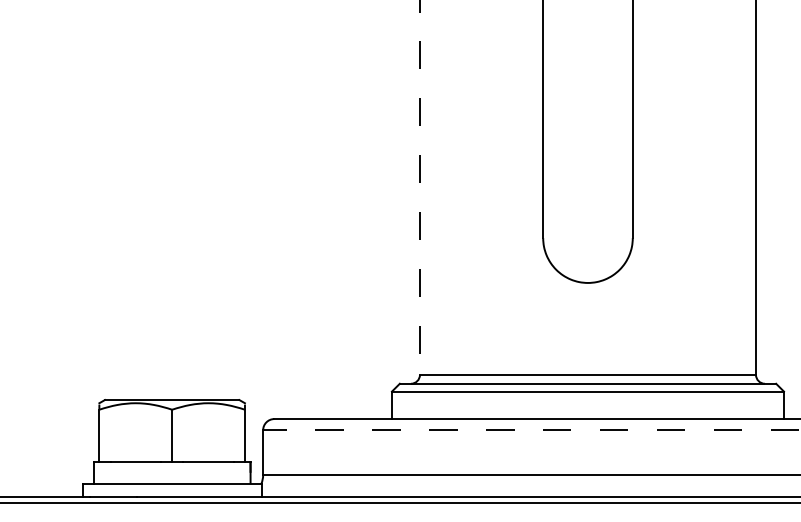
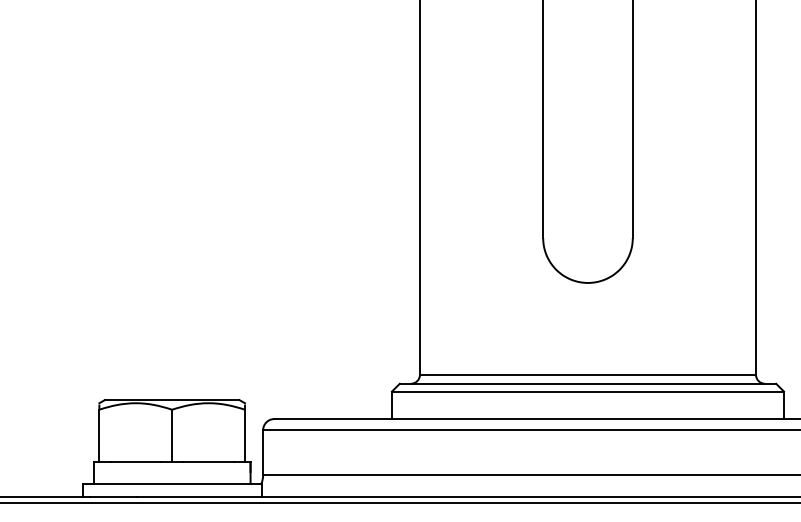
line at (419, 188): dashed -> solid
line at (532, 430): dashed -> solid
